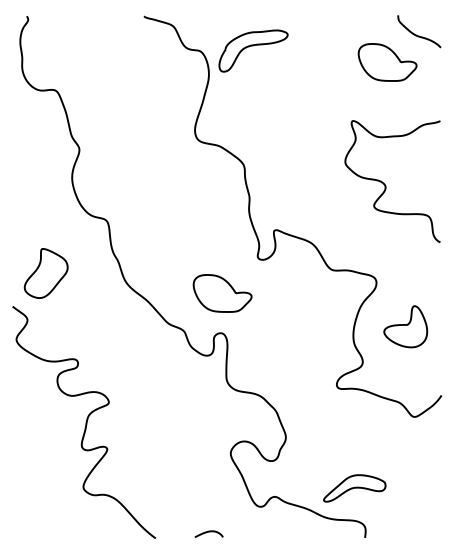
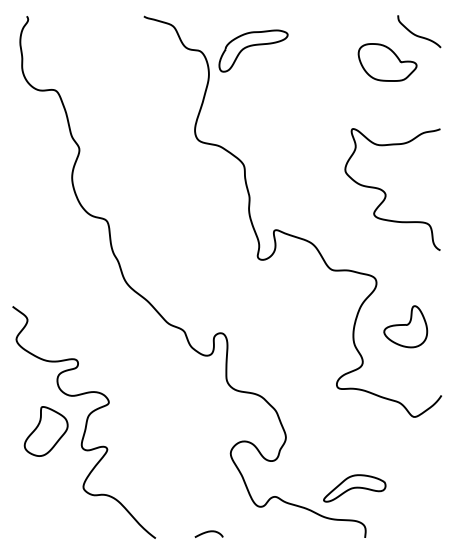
curve at (386, 185) position: (386, 185) -> (386, 193)
part at (45, 273) position: (45, 273) -> (45, 431)
part at (222, 293): present -> none
